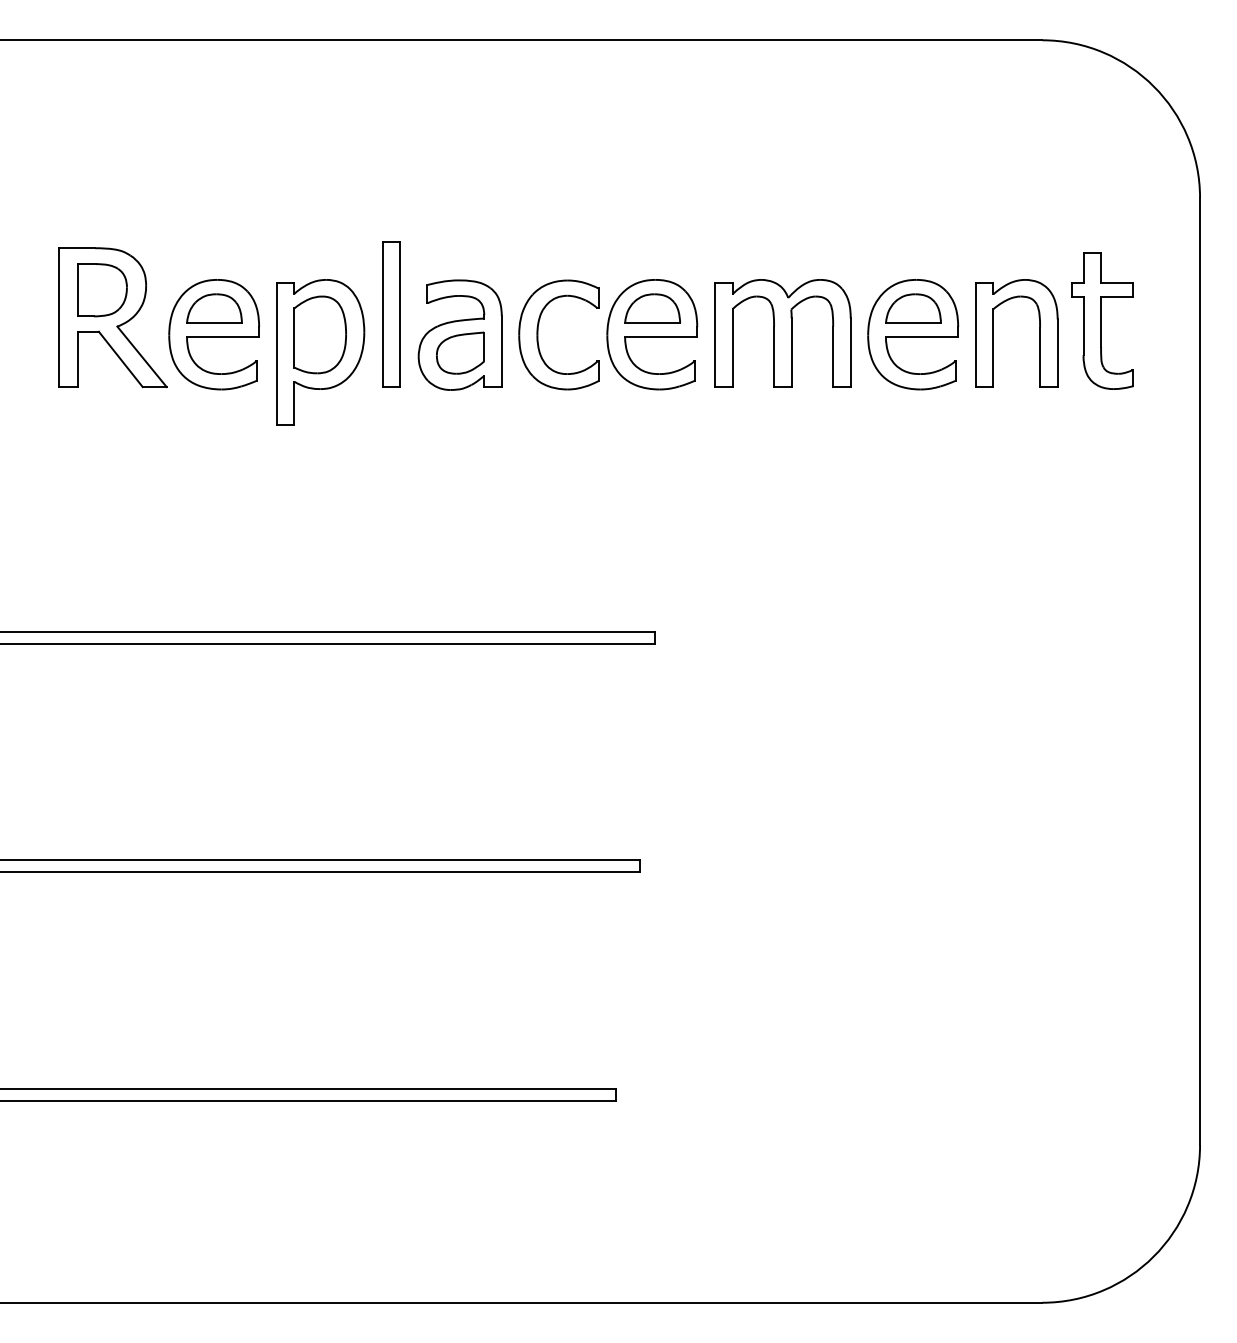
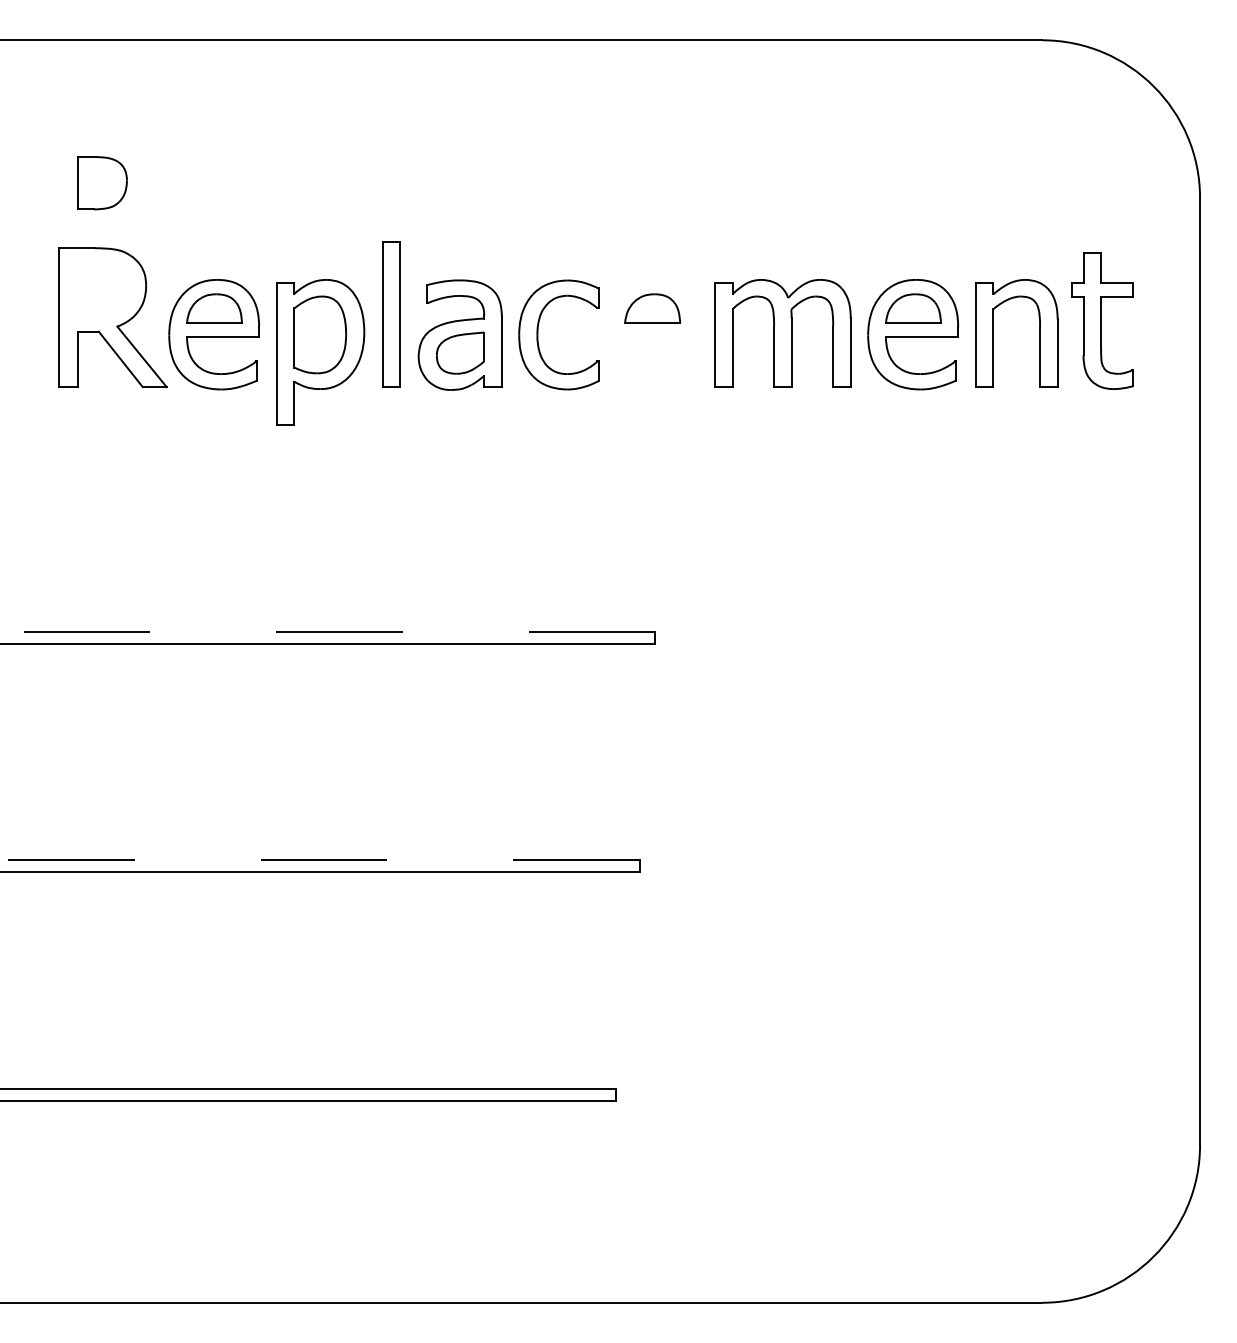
part at (102, 290) position: (102, 290) -> (102, 183)
part at (652, 334): present -> none
line at (327, 631): solid -> dashed
line at (319, 860): solid -> dashed
